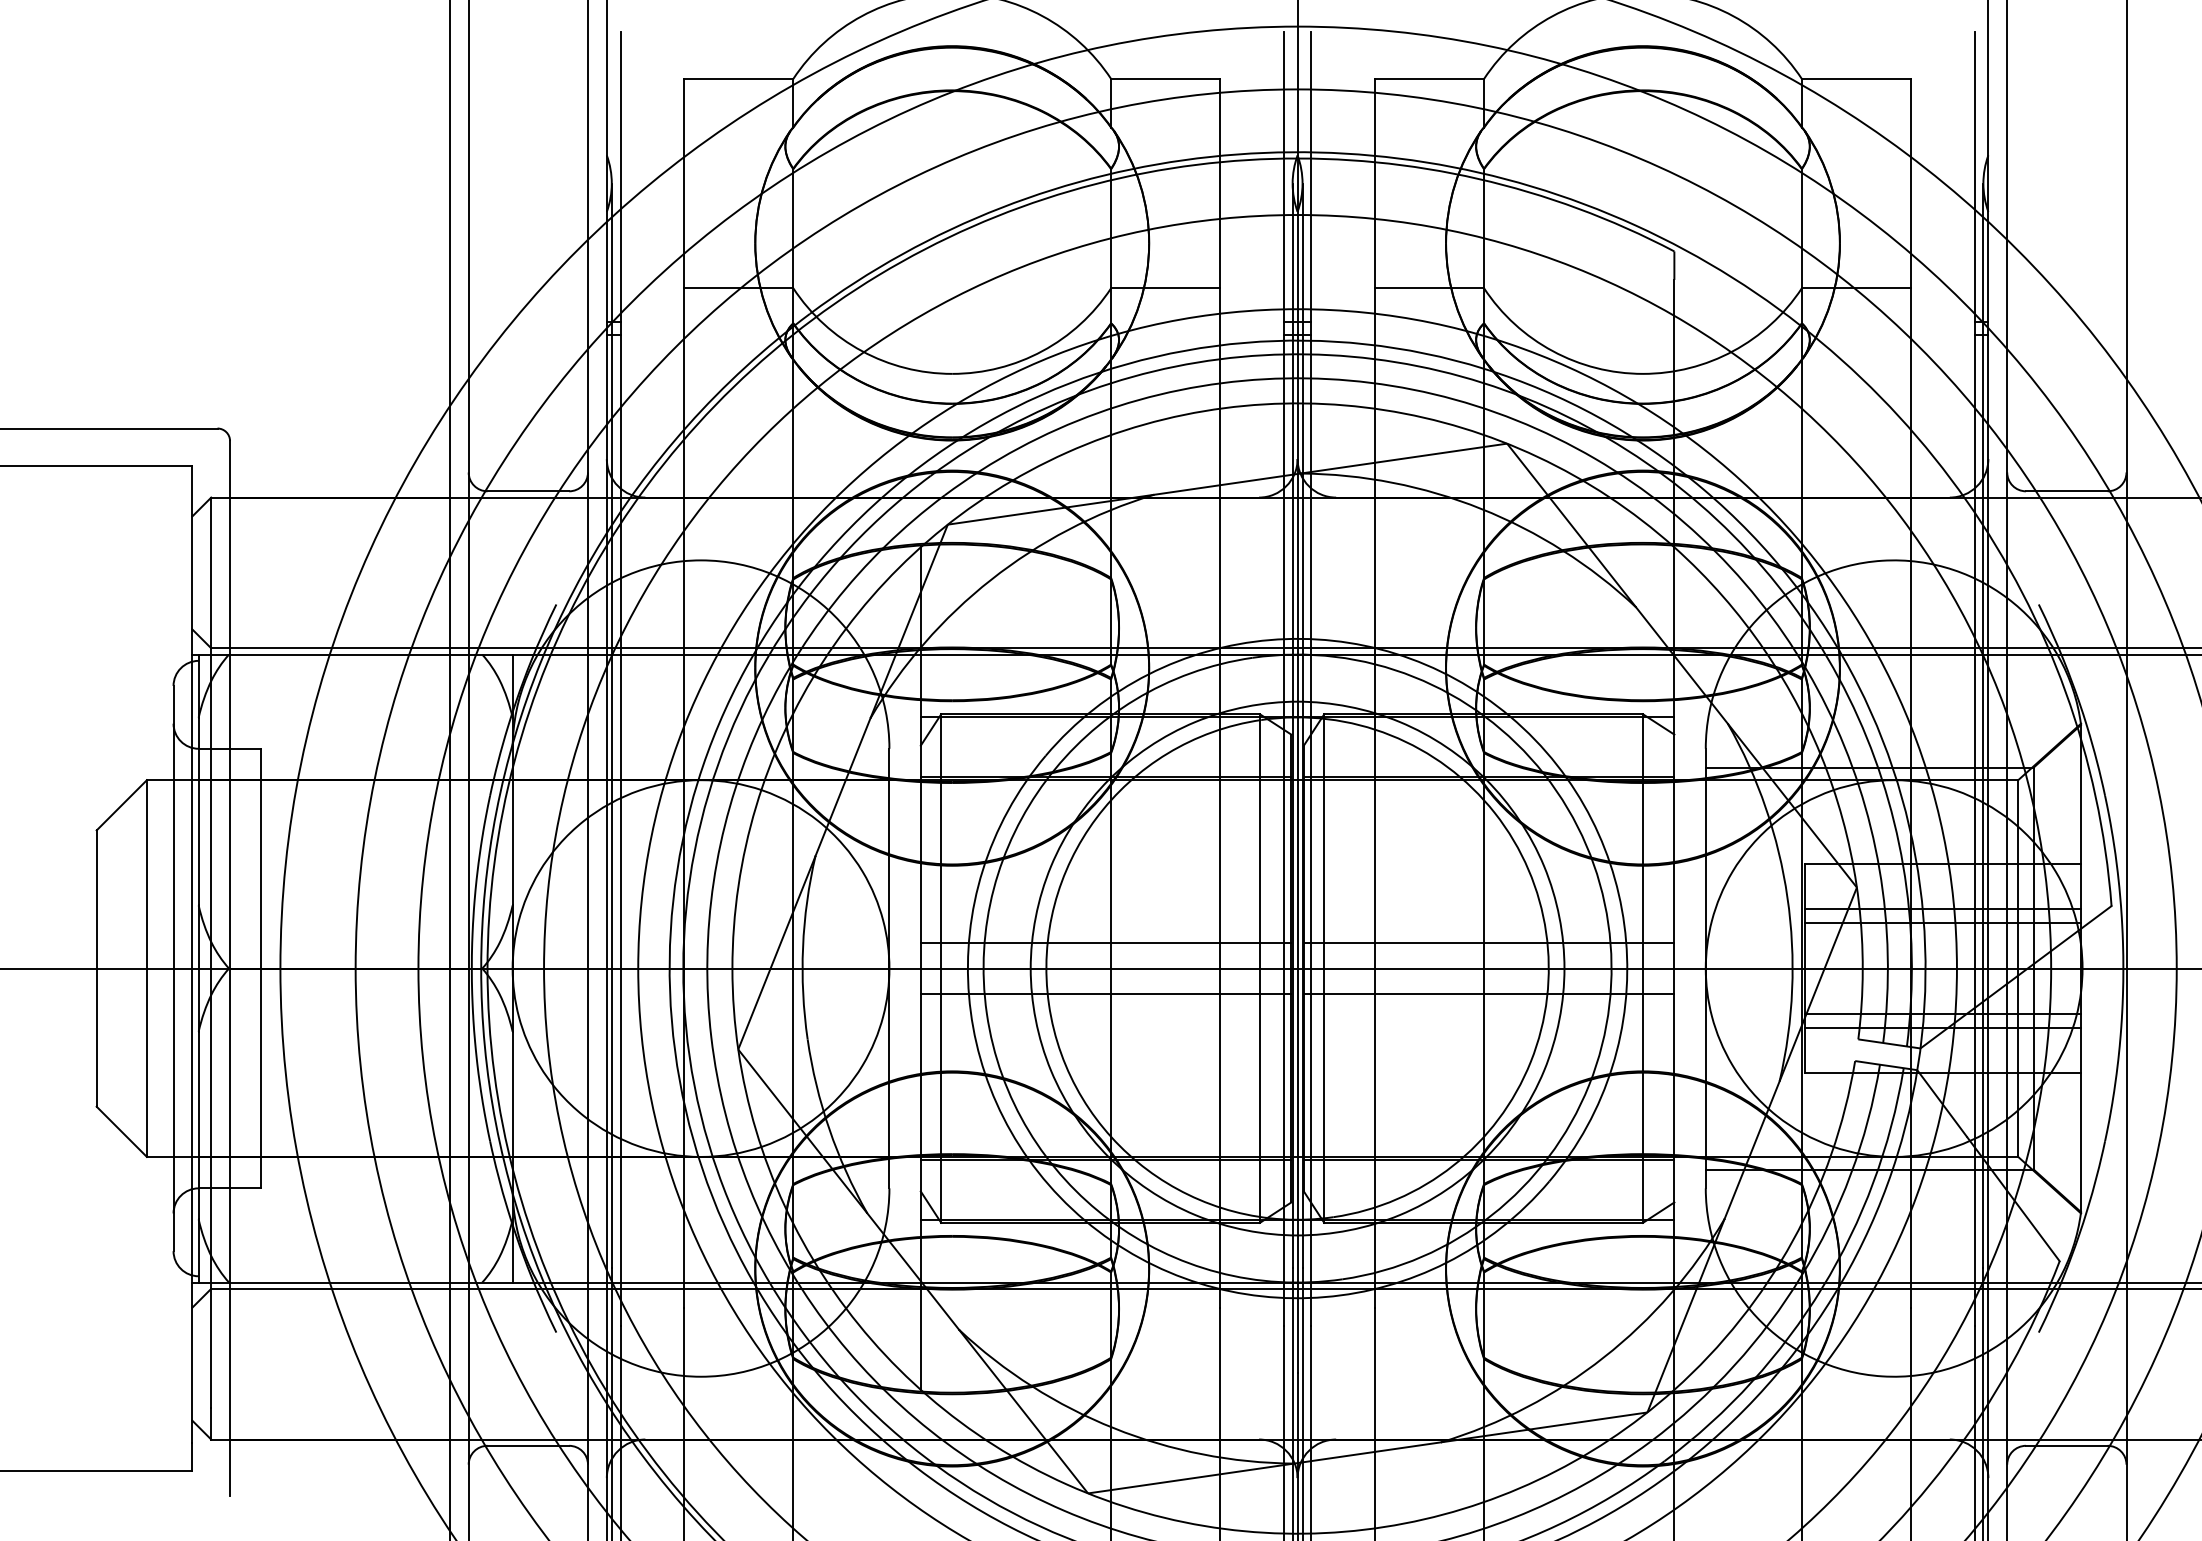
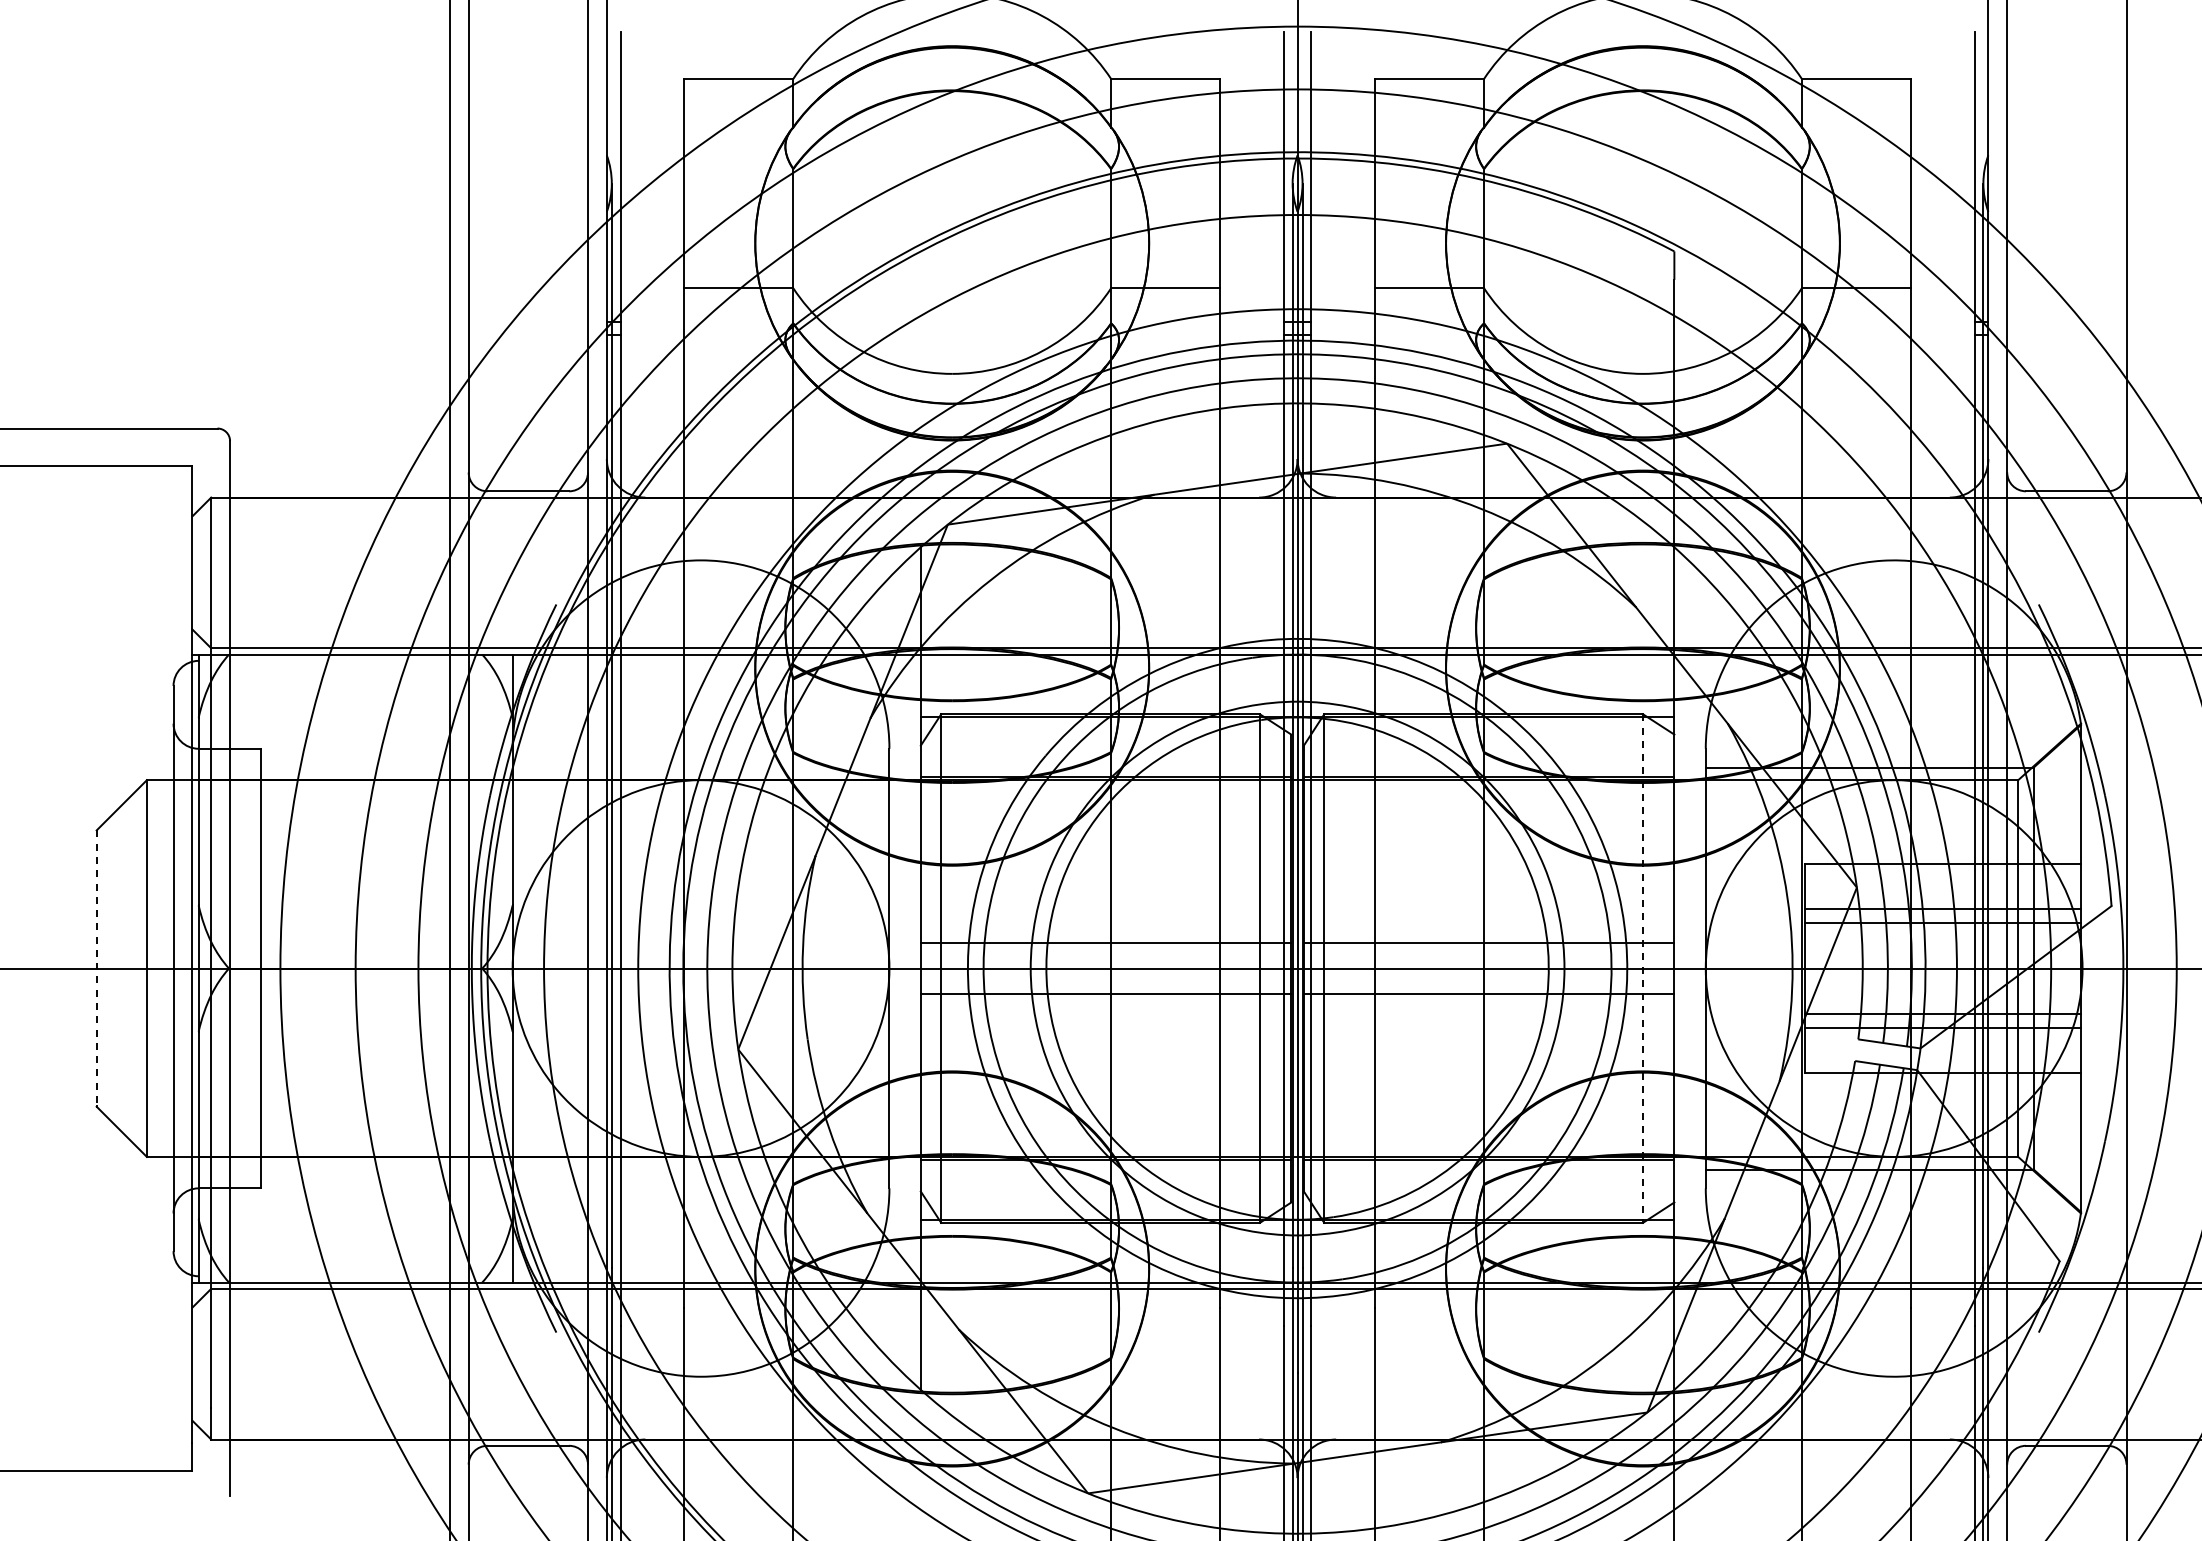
line at (96, 968): solid -> dashed
line at (1642, 969): solid -> dashed
